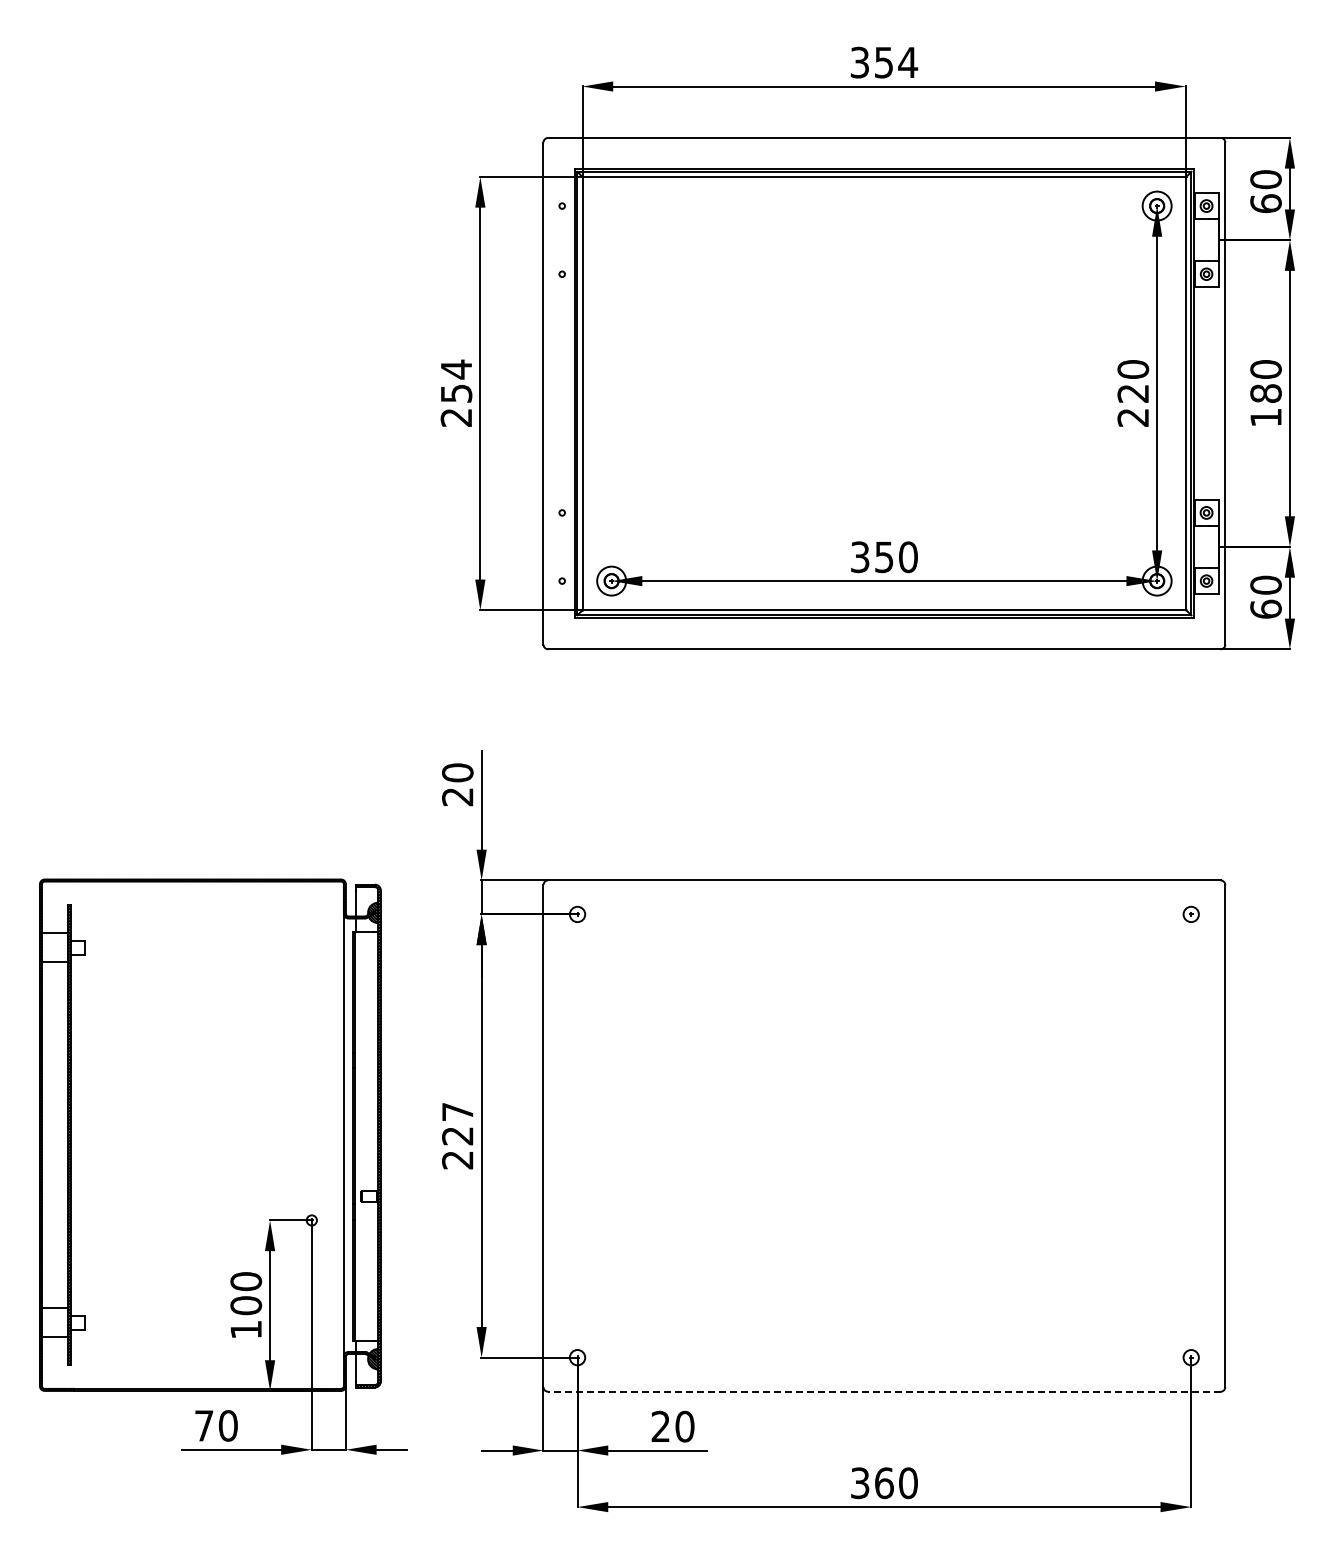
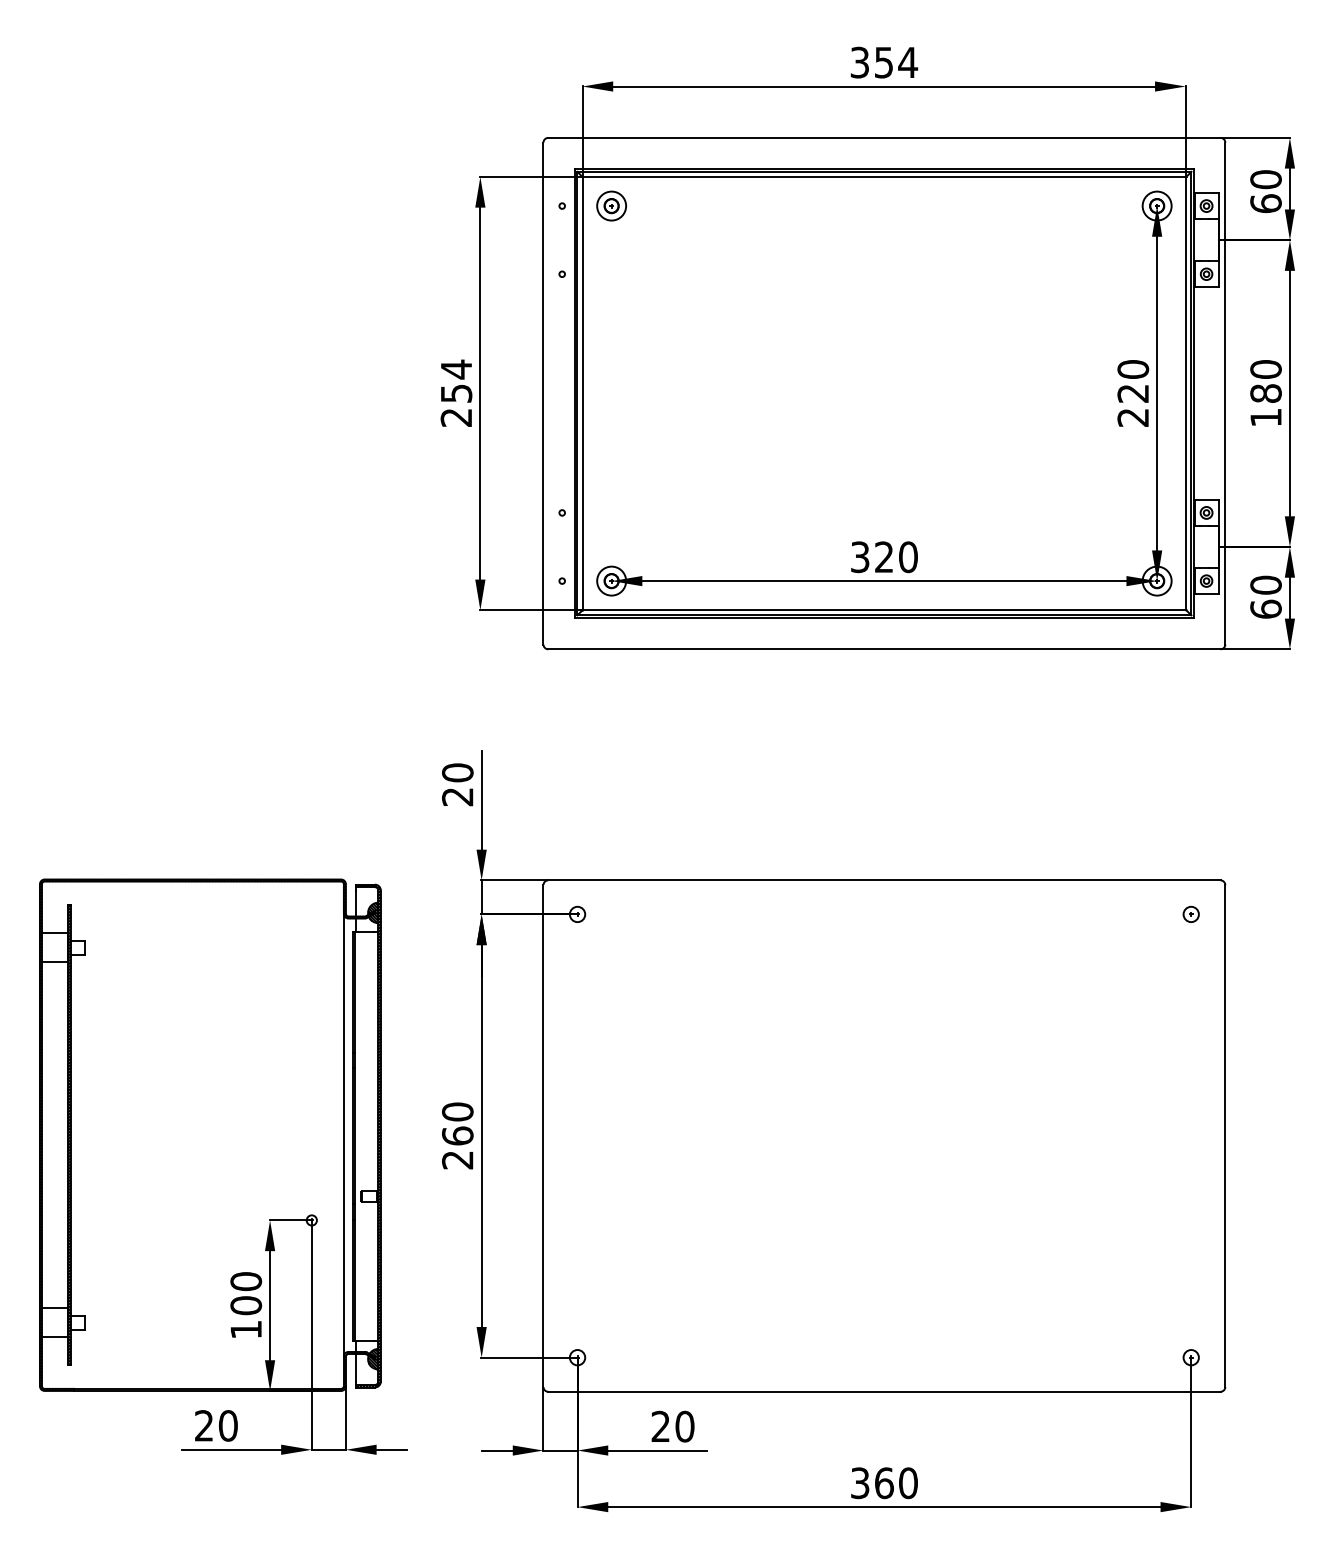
part at (611, 205): none -> present
text at (884, 557): 350 -> 320
text at (457, 1123): 227 -> 260
line at (883, 1391): dashed -> solid
text at (204, 1425): 70 -> 20
